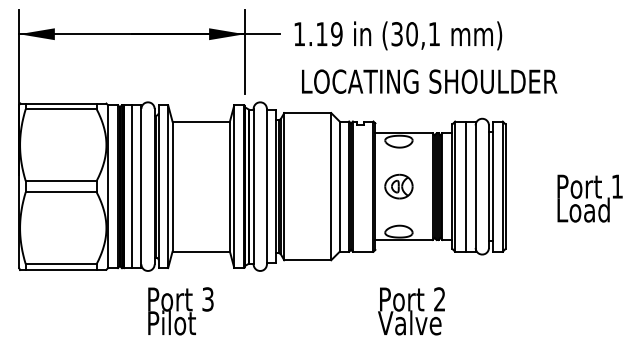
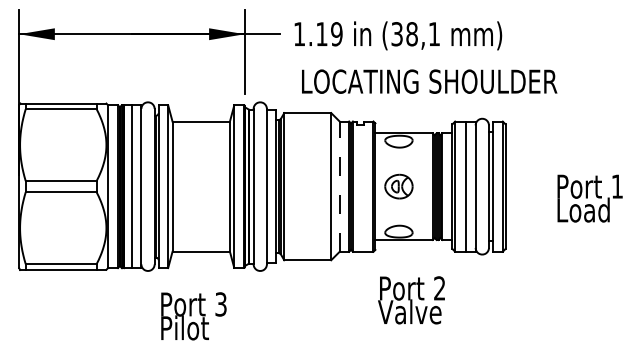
text at (411, 34): (30,1 -> (38,1
line at (339, 186): solid -> dashed
text at (180, 311) position: (180, 311) -> (193, 316)
text at (411, 311) position: (411, 311) -> (411, 300)
